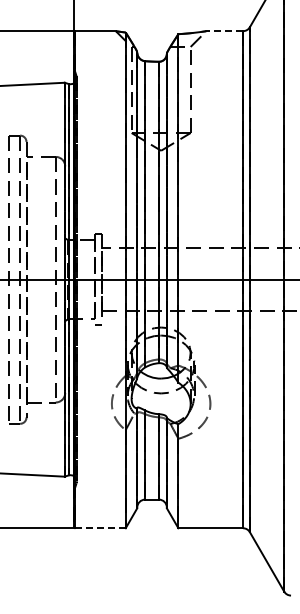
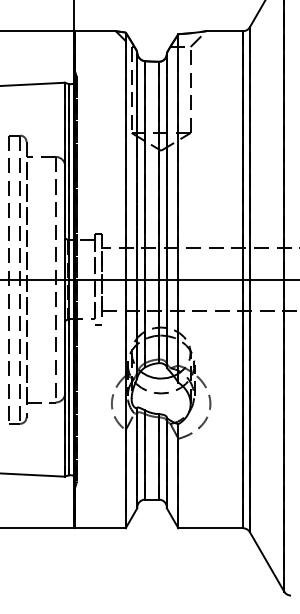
line at (224, 31): dashed -> solid
line at (101, 528): dashed -> solid
